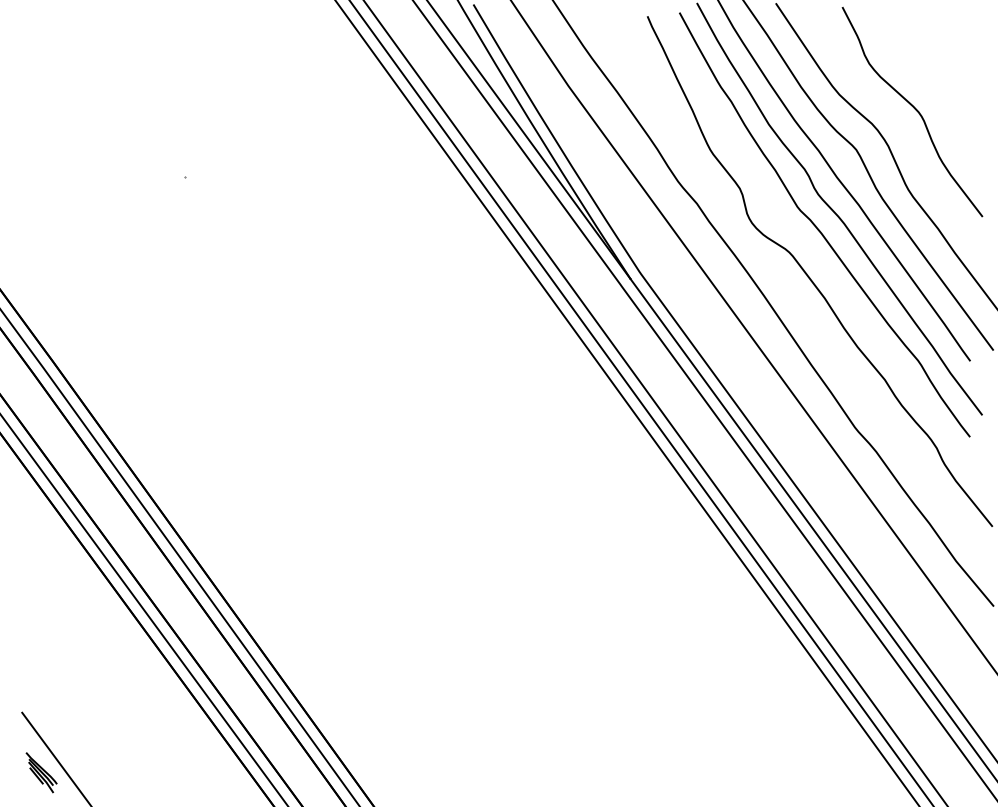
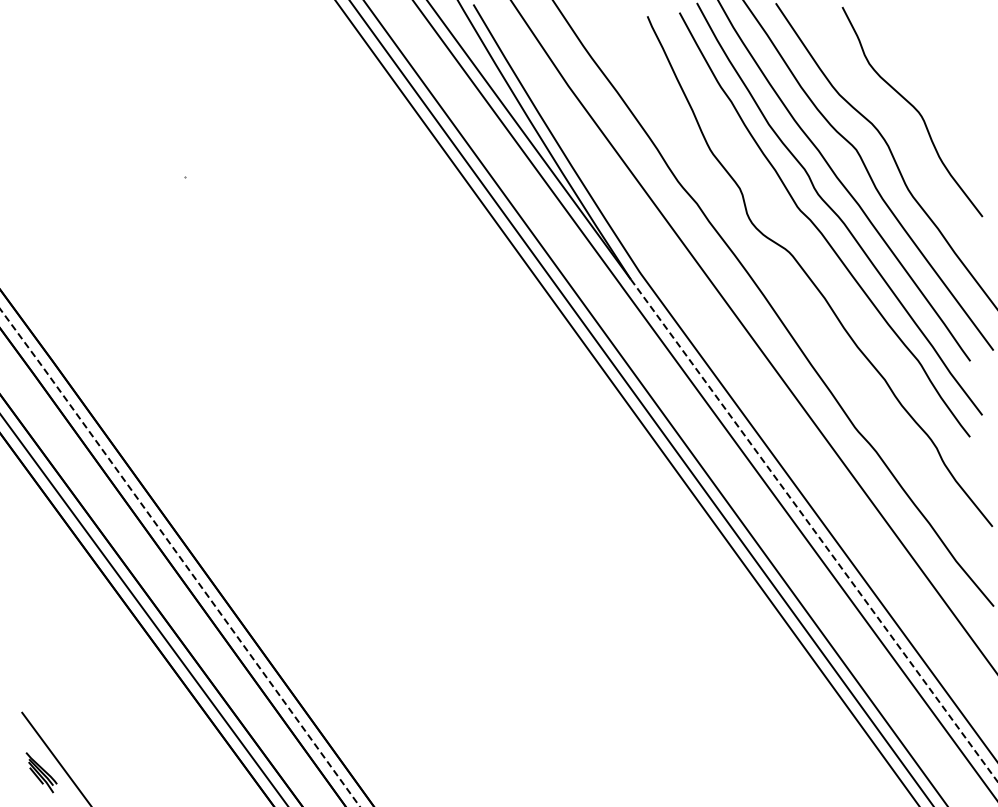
line at (814, 531): solid -> dashed
line at (180, 557): solid -> dashed
